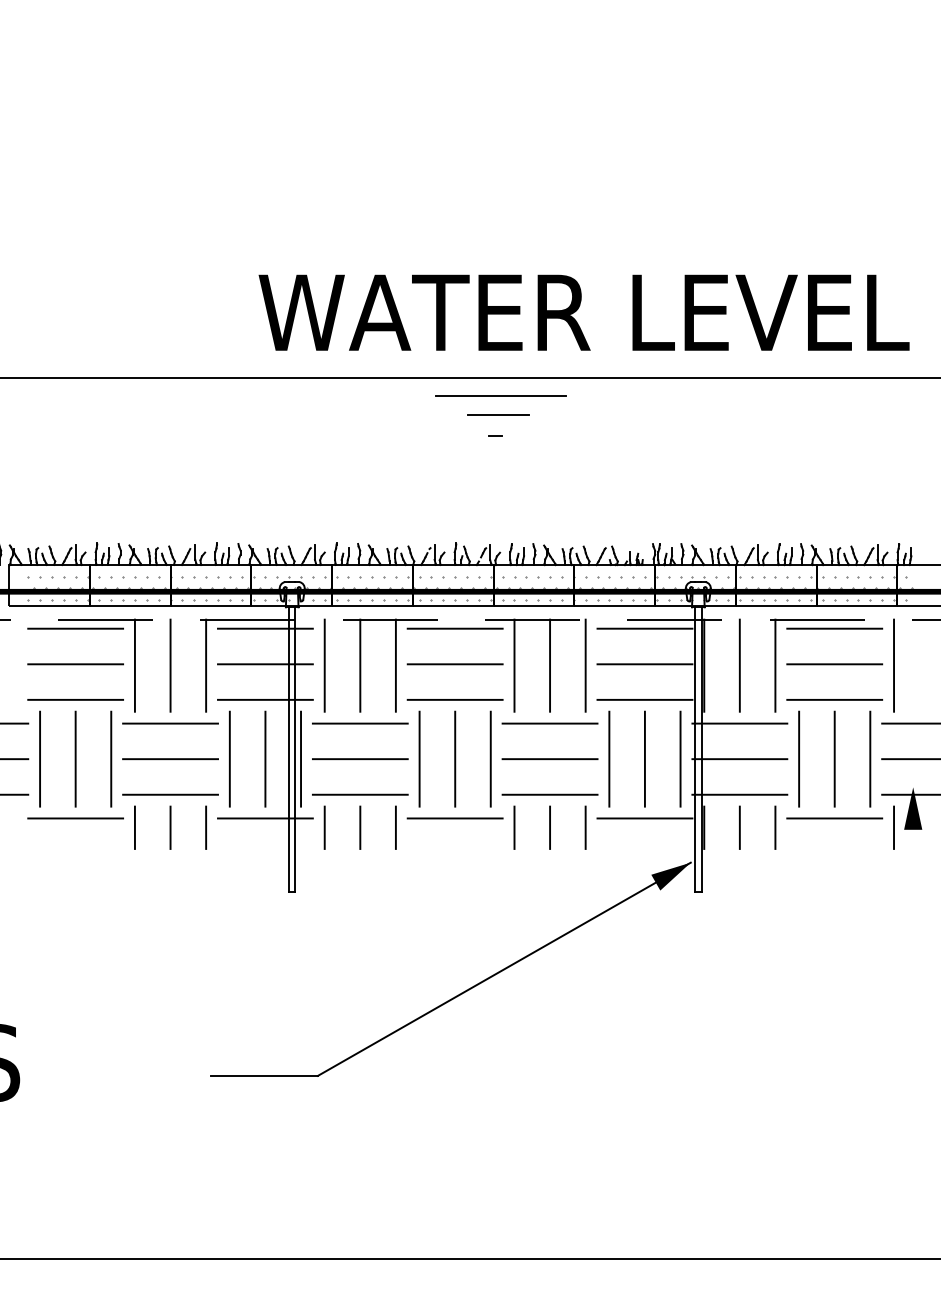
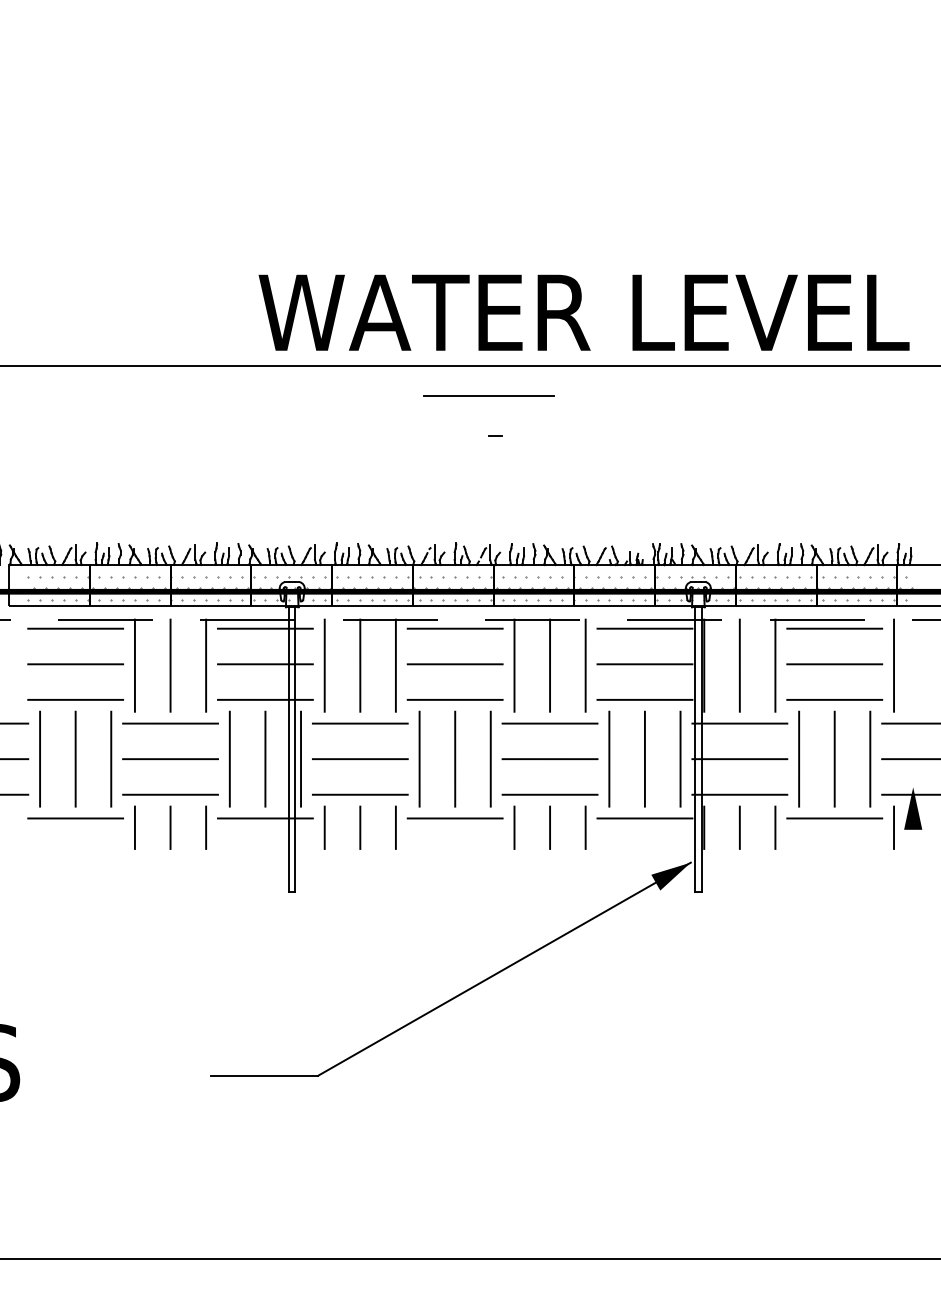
line at (469, 377) position: (469, 377) -> (469, 365)
line at (500, 395) position: (500, 395) -> (488, 395)
line at (498, 414): present -> none
